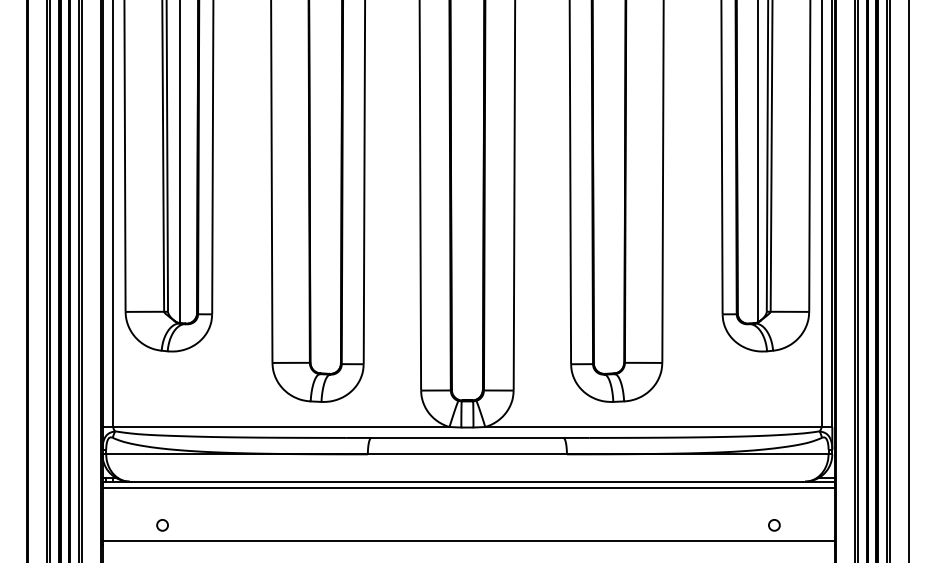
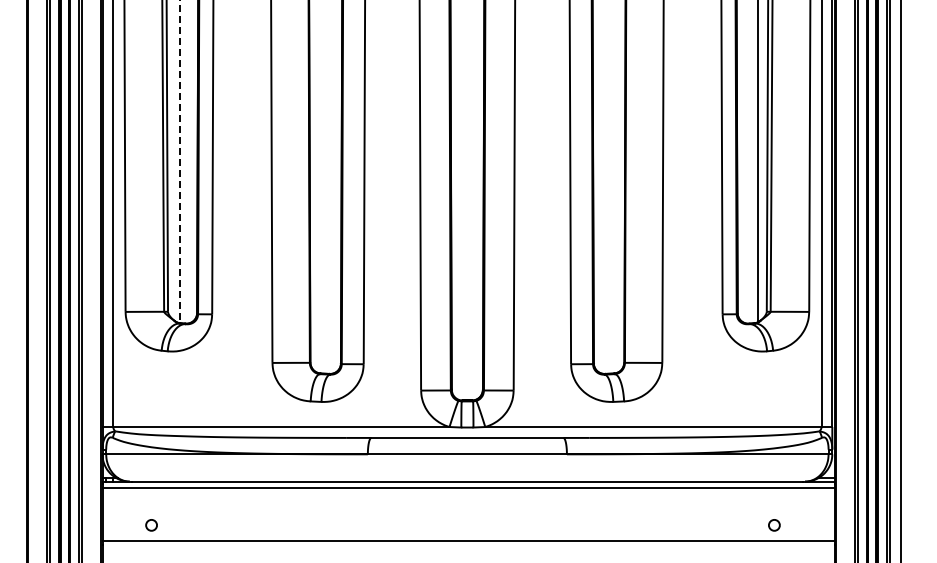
line at (179, 162): solid -> dashed
line at (908, 280) position: (908, 280) -> (900, 280)
circle at (162, 525) position: (162, 525) -> (151, 525)
